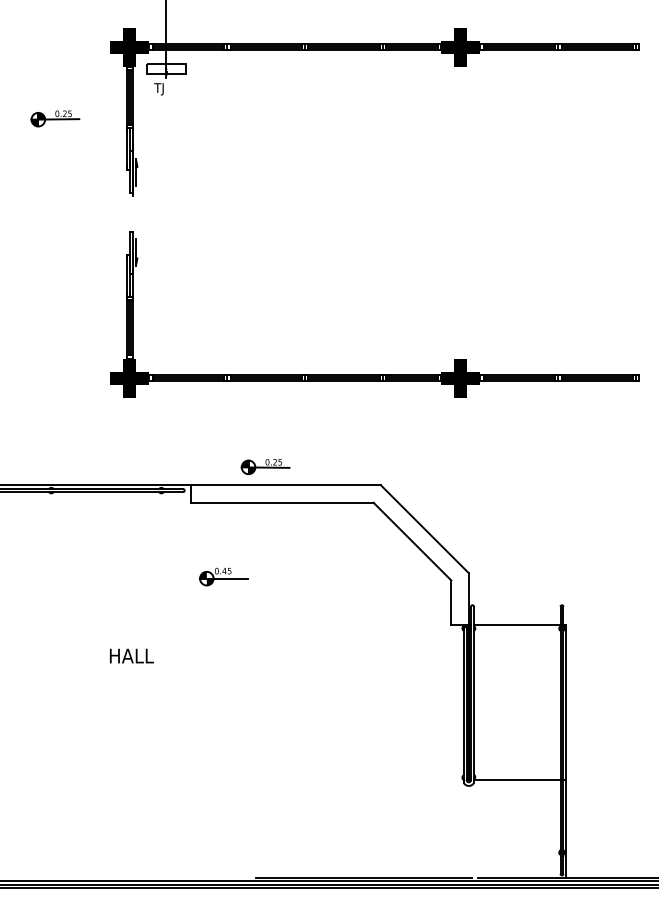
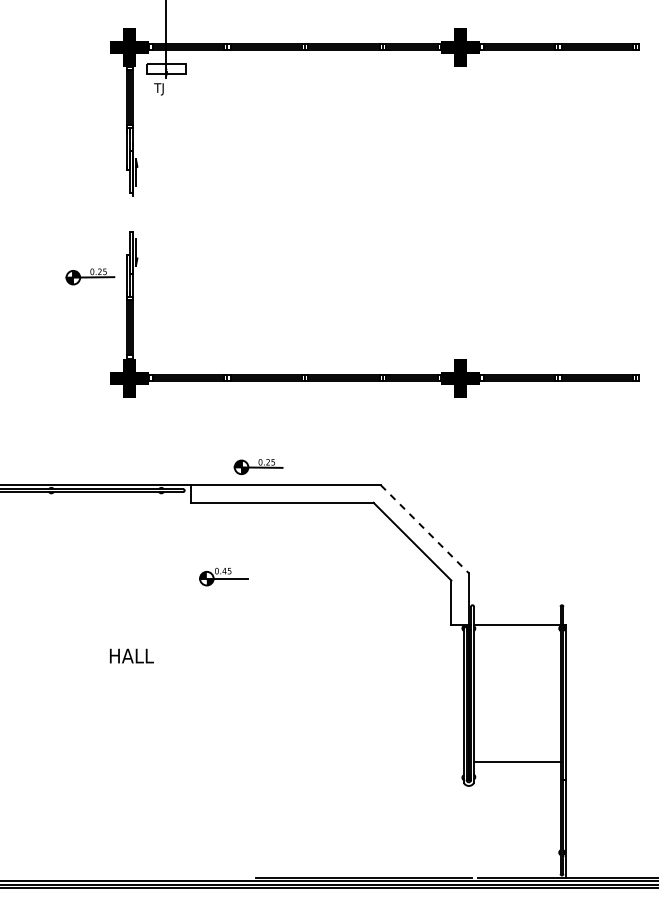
part at (55, 118) position: (55, 118) -> (90, 276)
part at (265, 467) position: (265, 467) -> (258, 467)
line at (425, 529): solid -> dashed
line at (517, 780) position: (517, 780) -> (517, 762)
